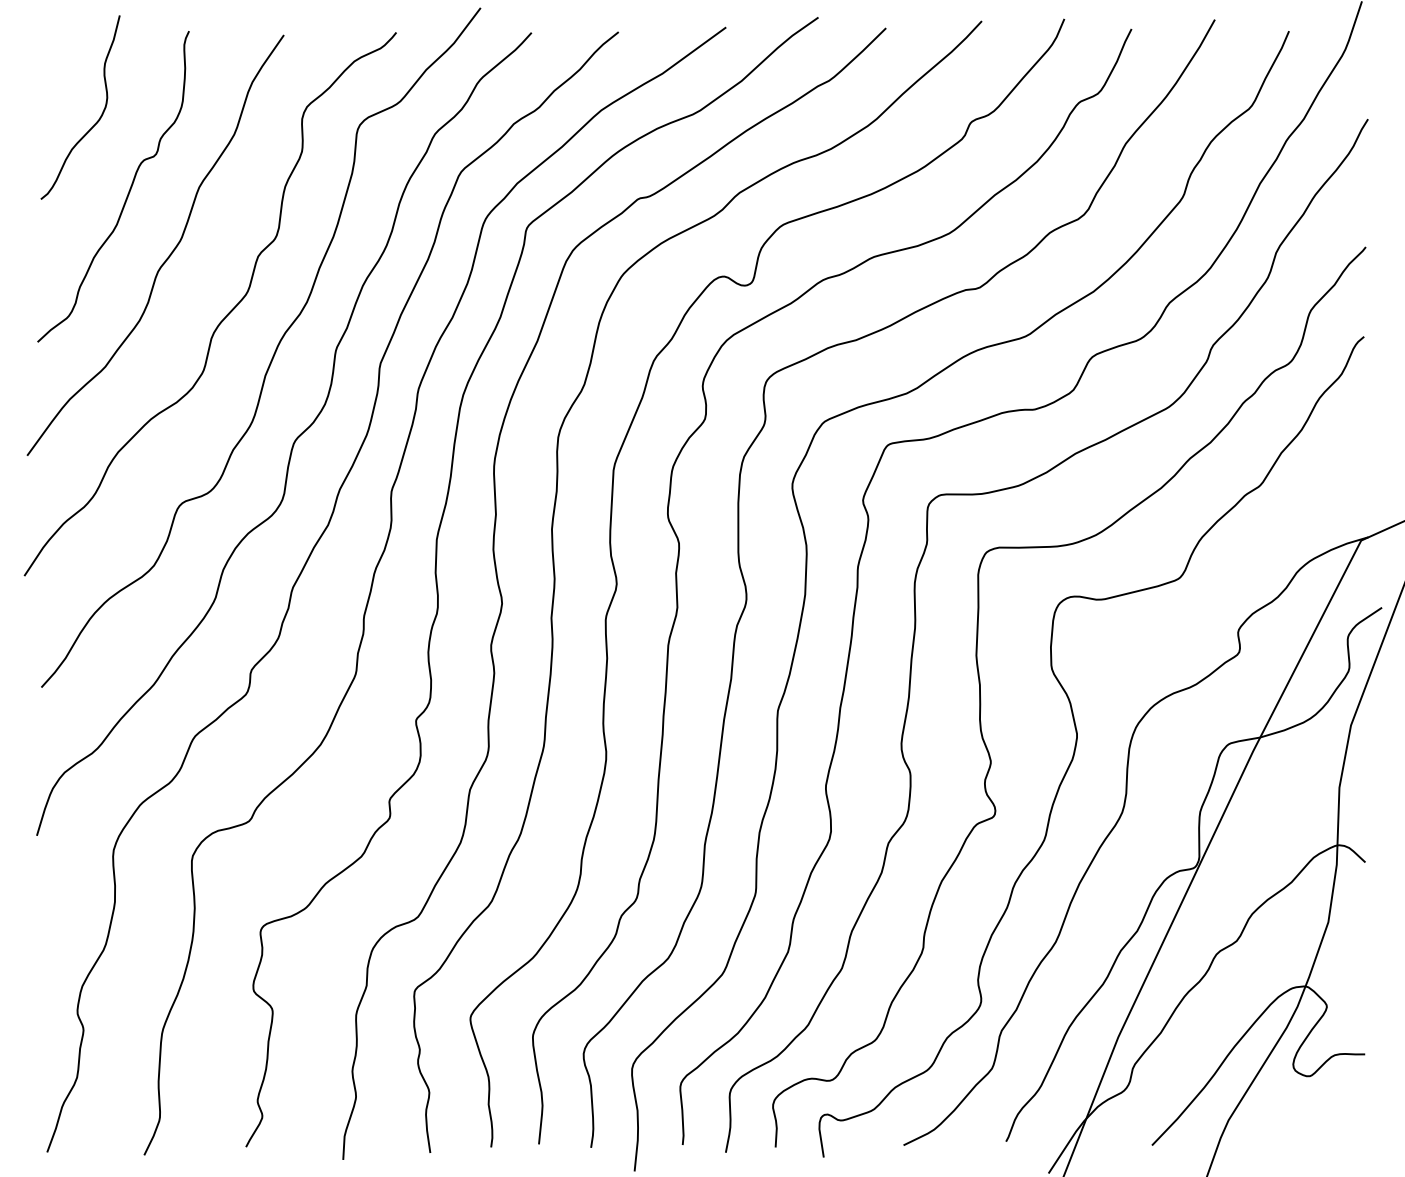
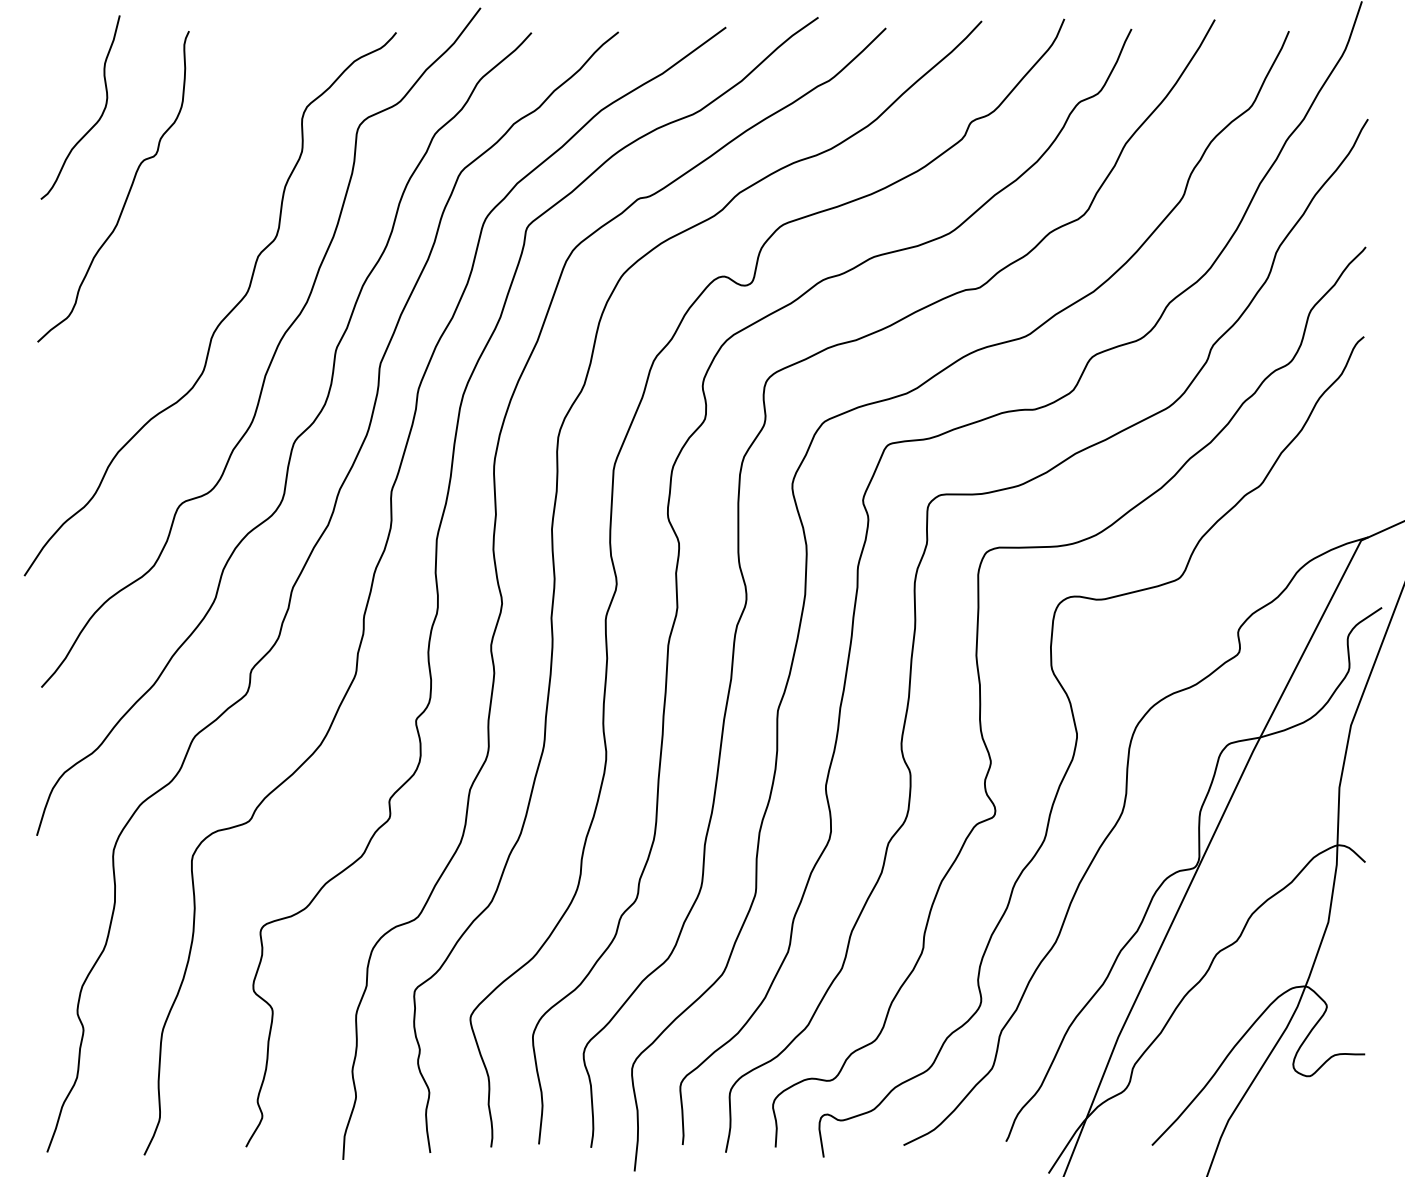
curve at (169, 254): present -> none
